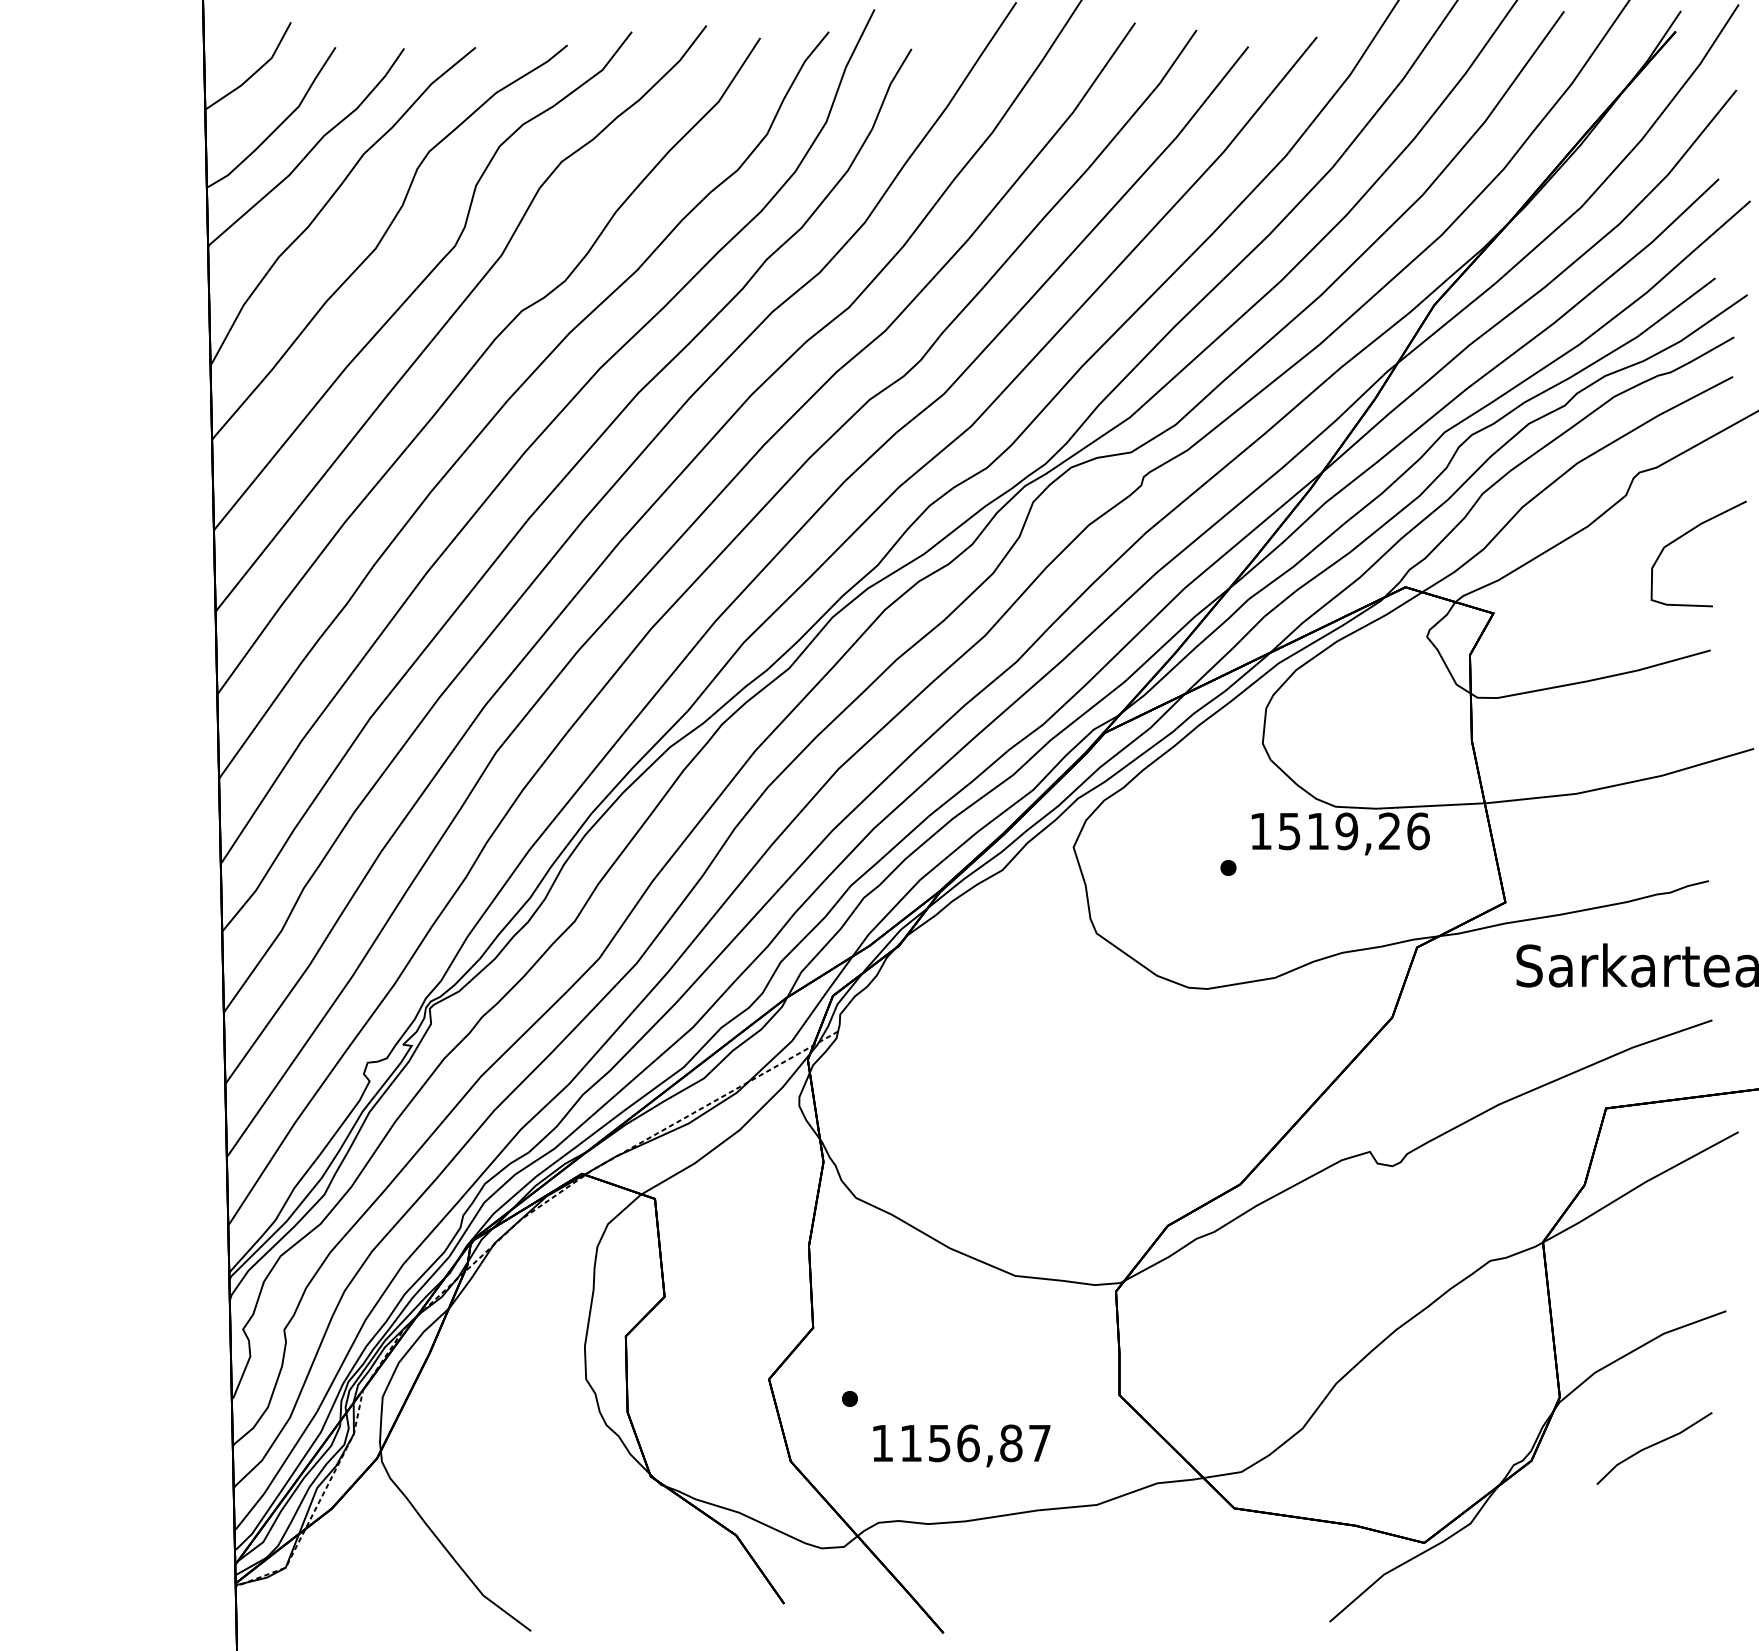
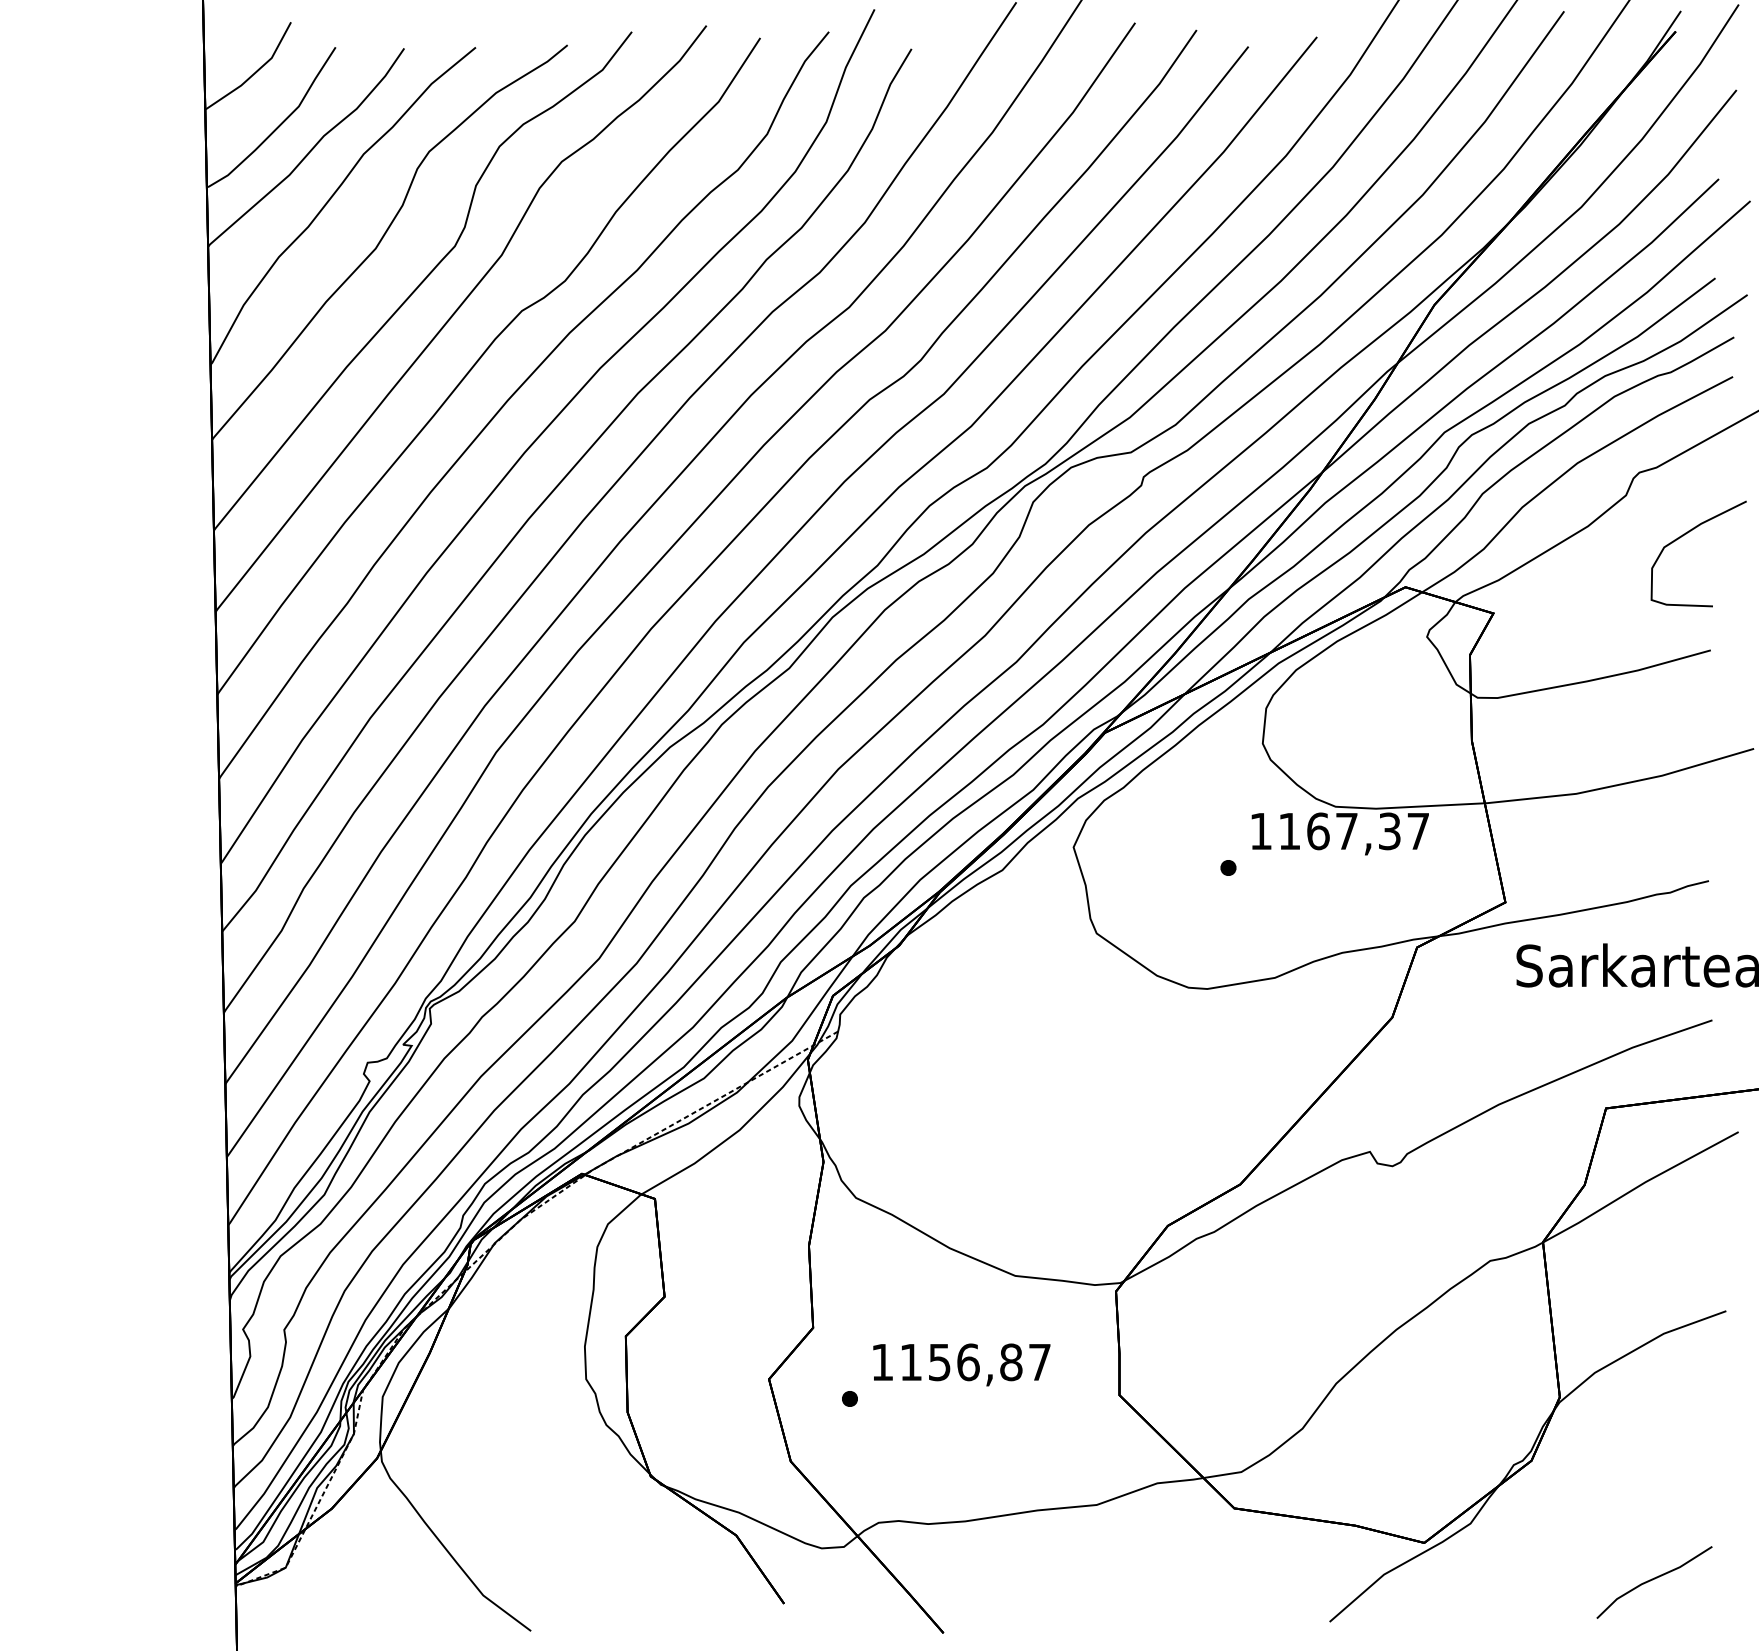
text at (1354, 831): 1519,26 -> 1167,37
text at (961, 1445) position: (961, 1445) -> (961, 1364)
line at (1652, 1446) position: (1652, 1446) -> (1652, 1580)
